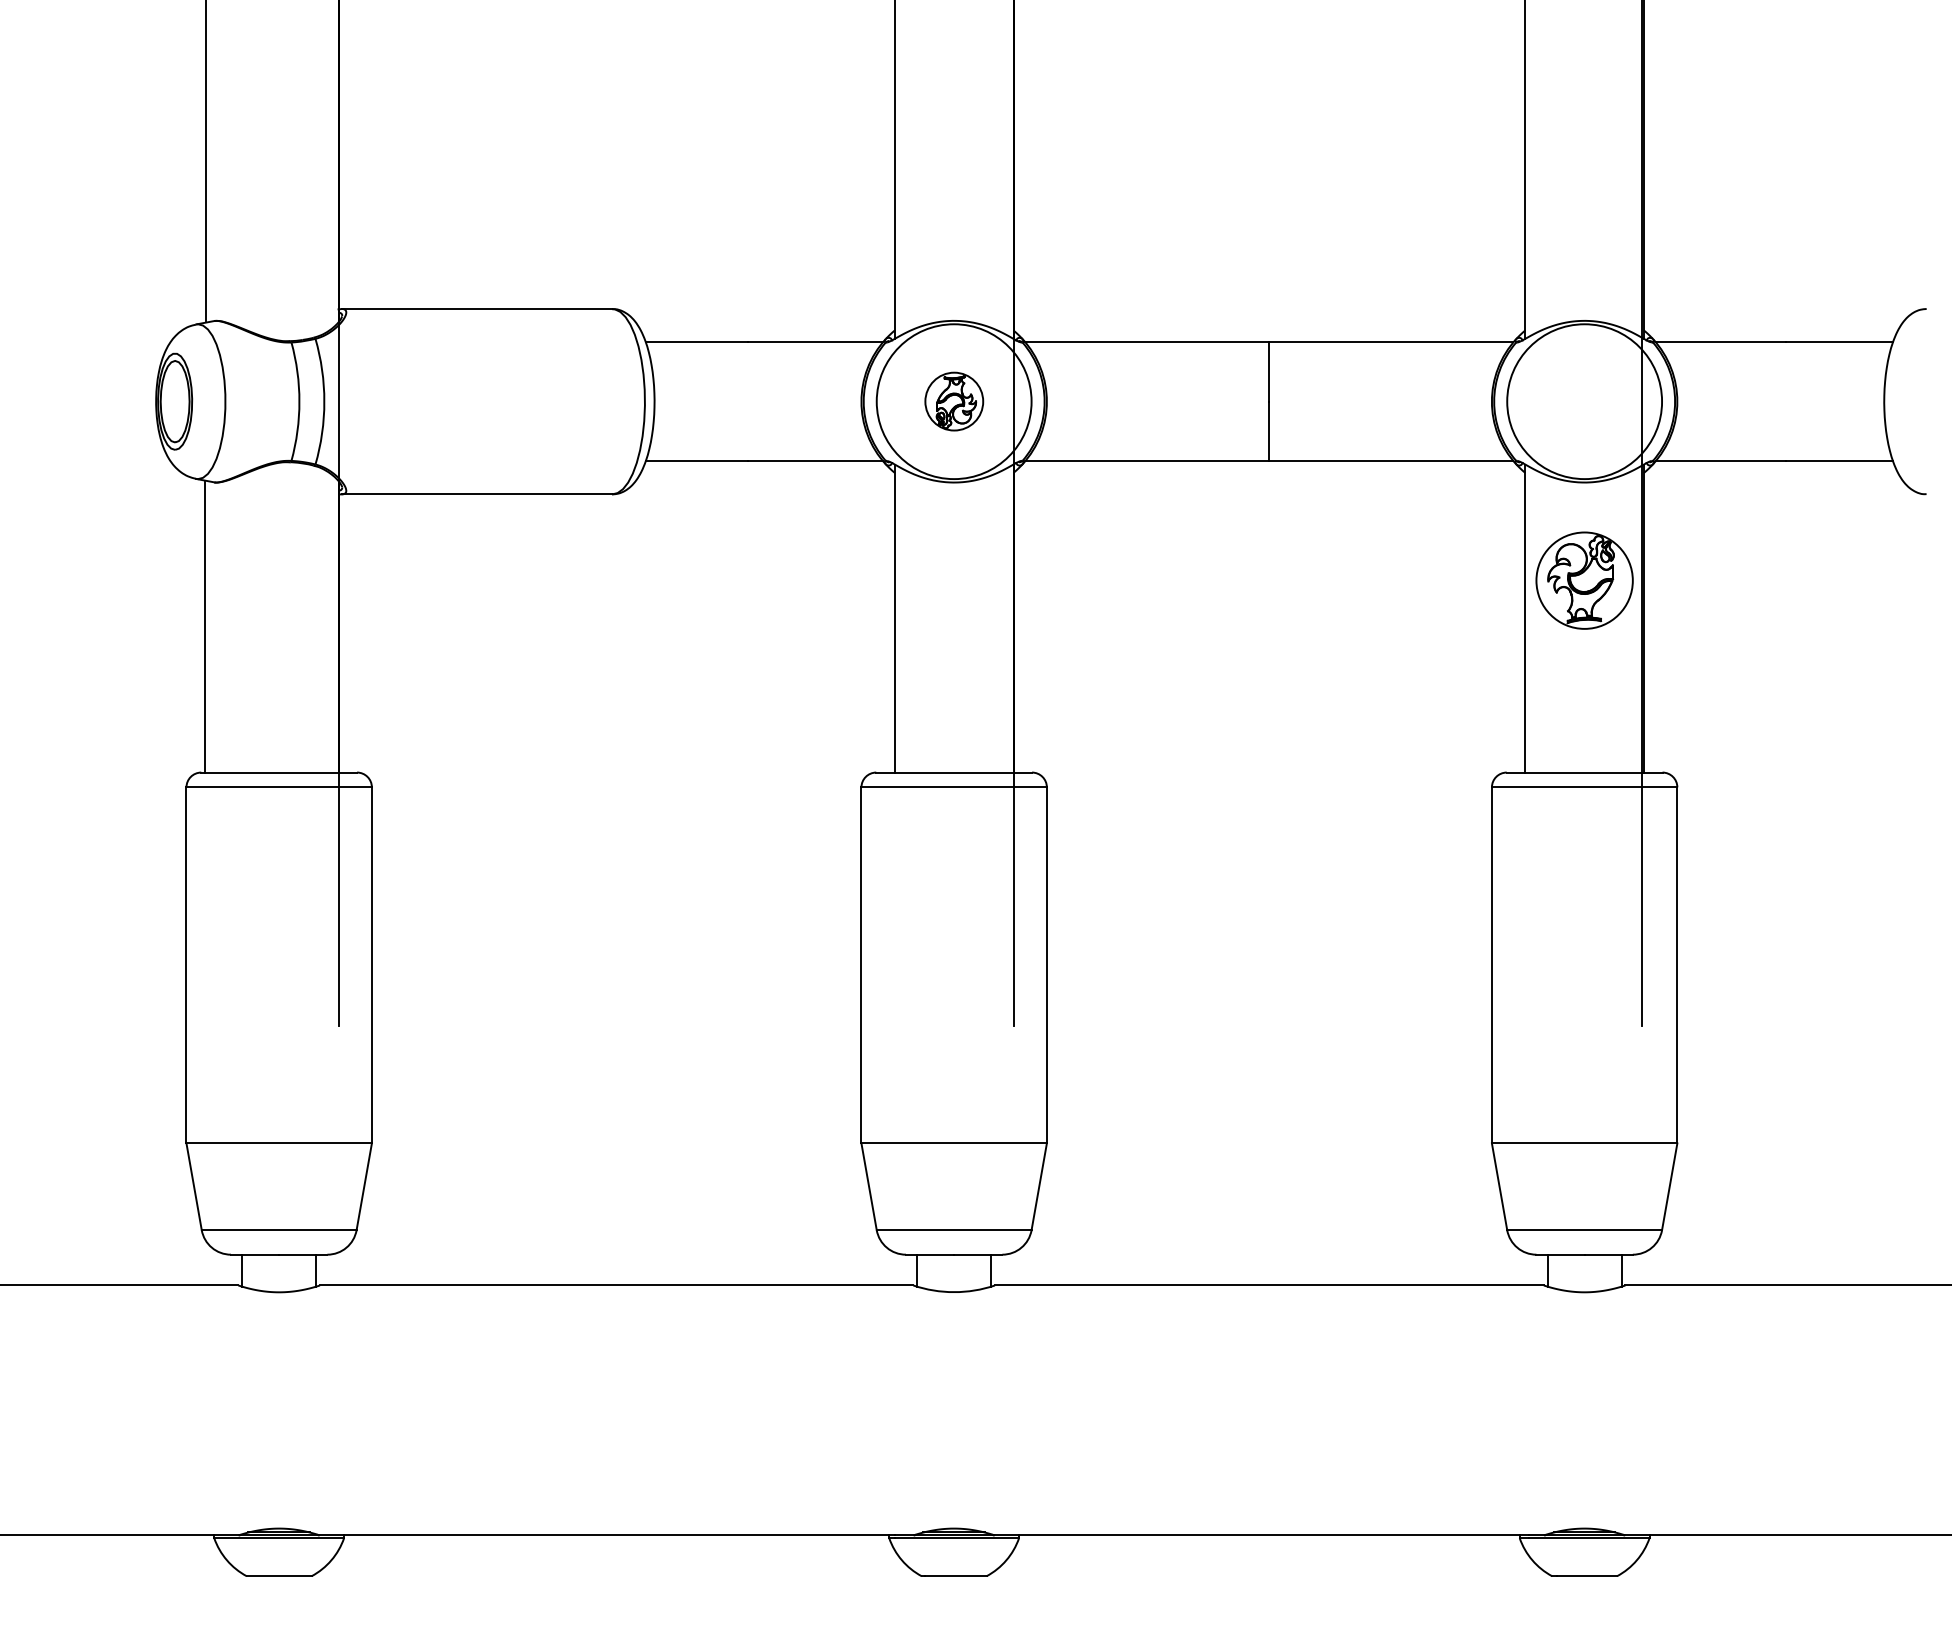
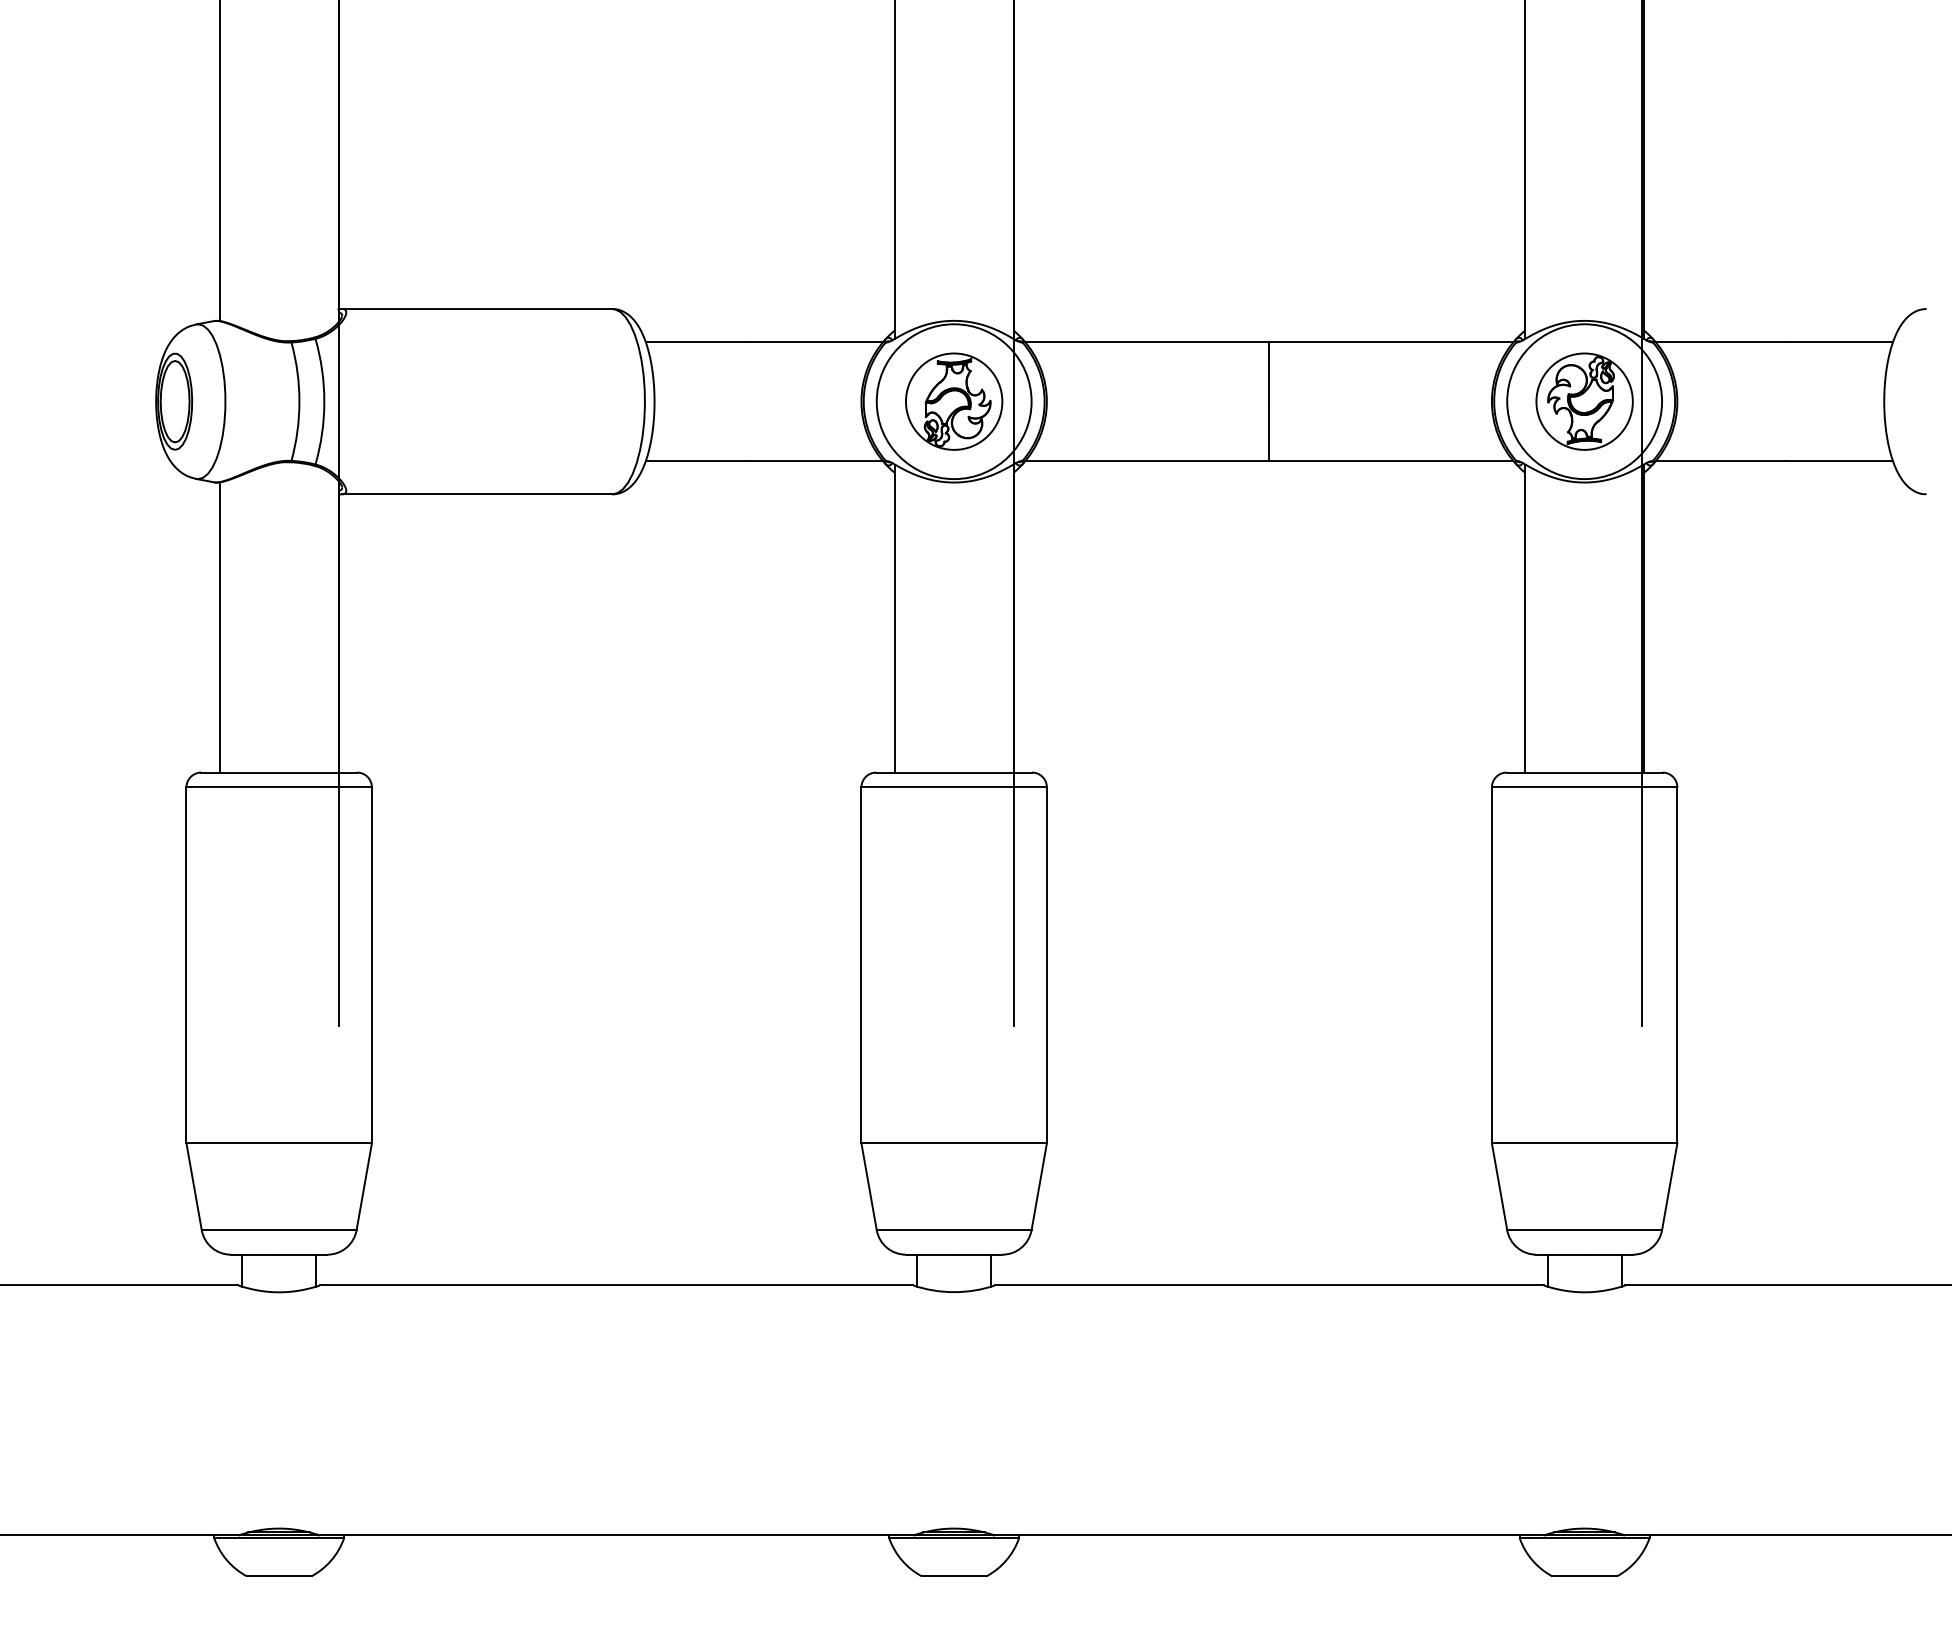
line at (205, 161) position: (205, 161) -> (219, 161)
part at (954, 401) size: 61x61 px -> 99x99 px
part at (1584, 580) position: (1584, 580) -> (1584, 401)
line at (204, 627) position: (204, 627) -> (219, 627)
